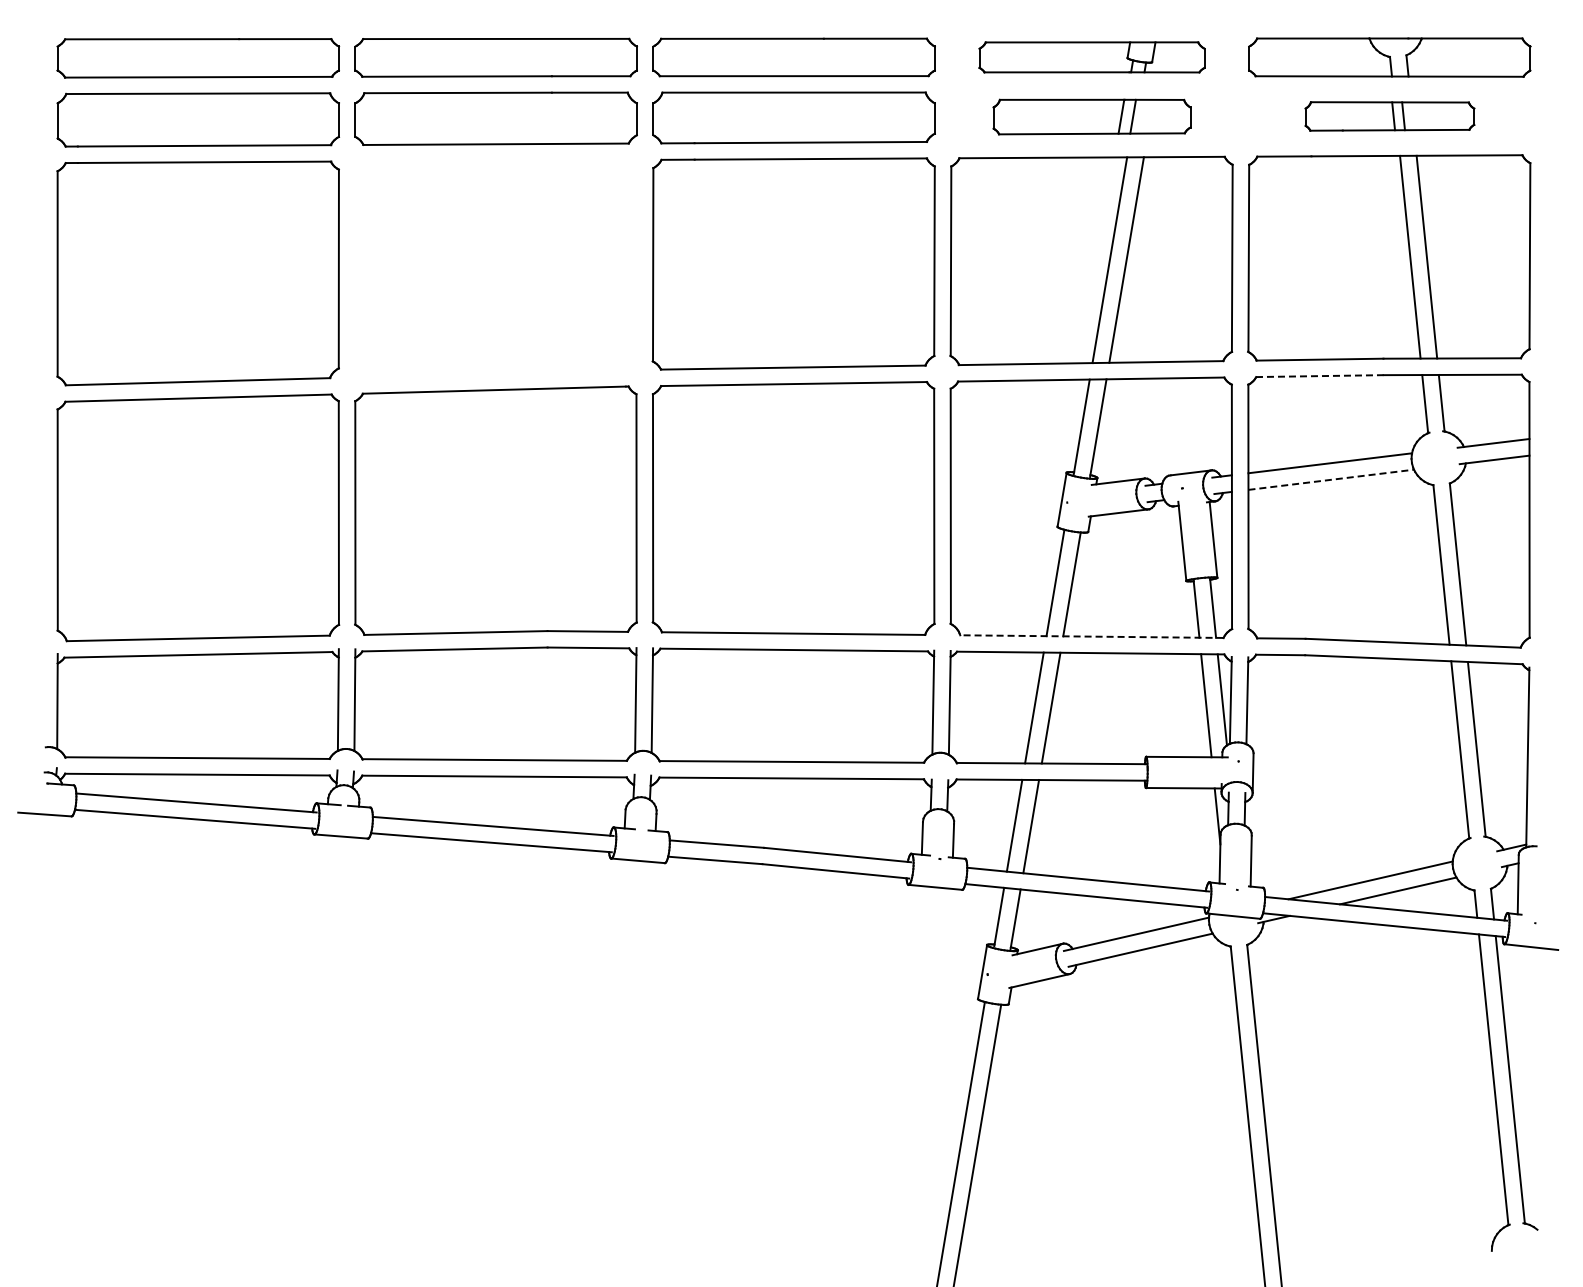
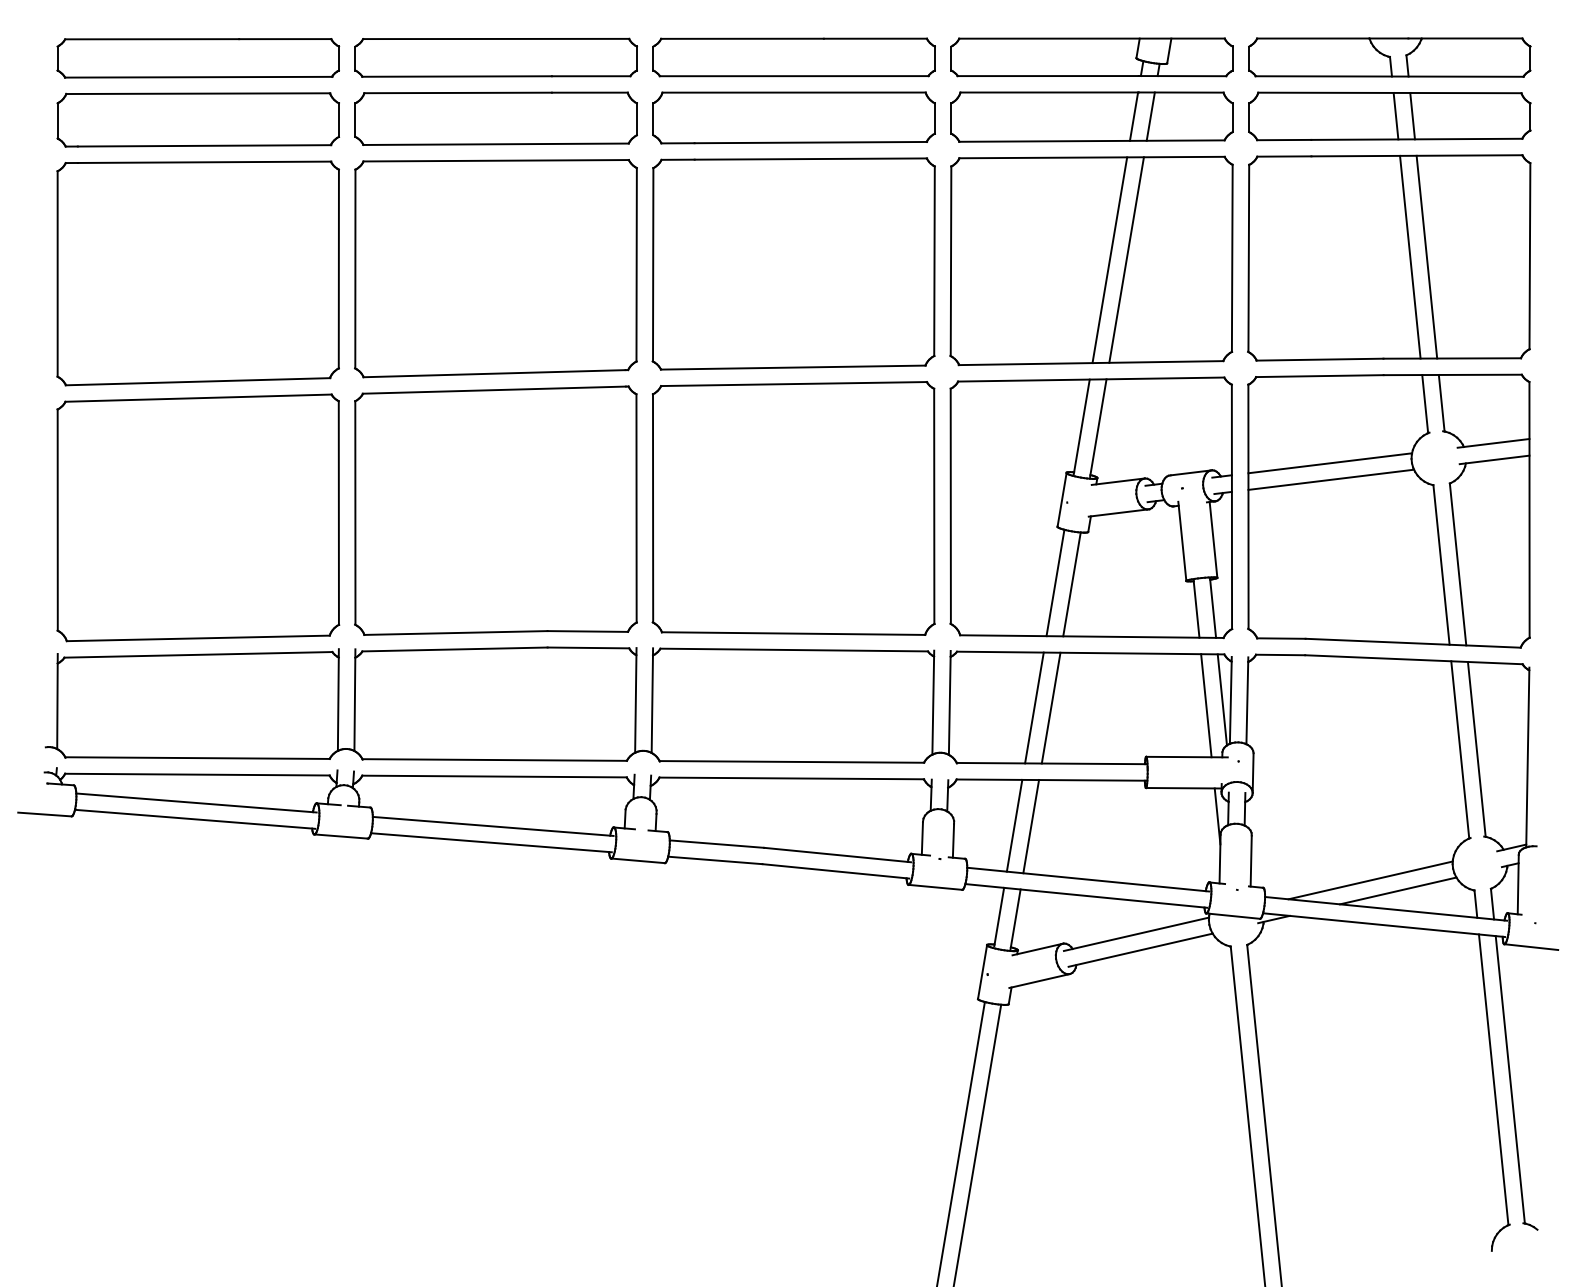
part at (1091, 57) size: 228x33 px -> 284x41 px
part at (1091, 116) size: 200x38 px -> 284x52 px
part at (1389, 116) size: 172x31 px -> 284x51 px
part at (495, 268): none -> present
line at (1319, 376): dashed -> solid
line at (1331, 479): dashed -> solid
line at (1091, 636): dashed -> solid
